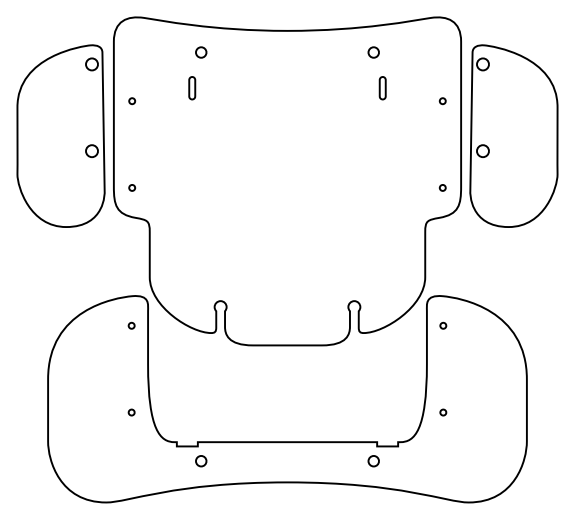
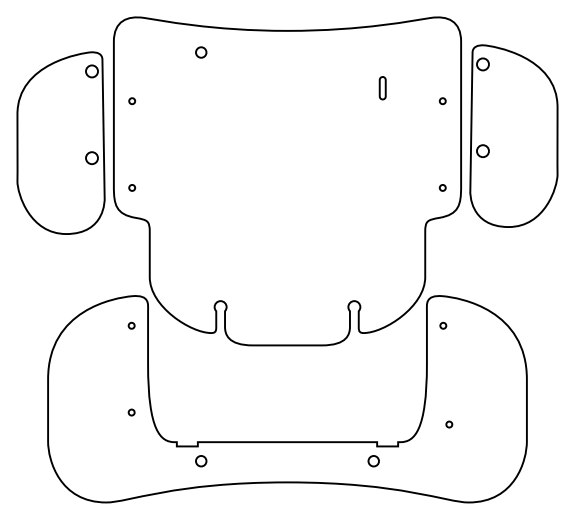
circle at (373, 52): present -> none
part at (192, 88): present -> none
part at (60, 135) position: (60, 135) -> (60, 142)
circle at (443, 412) position: (443, 412) -> (449, 424)
